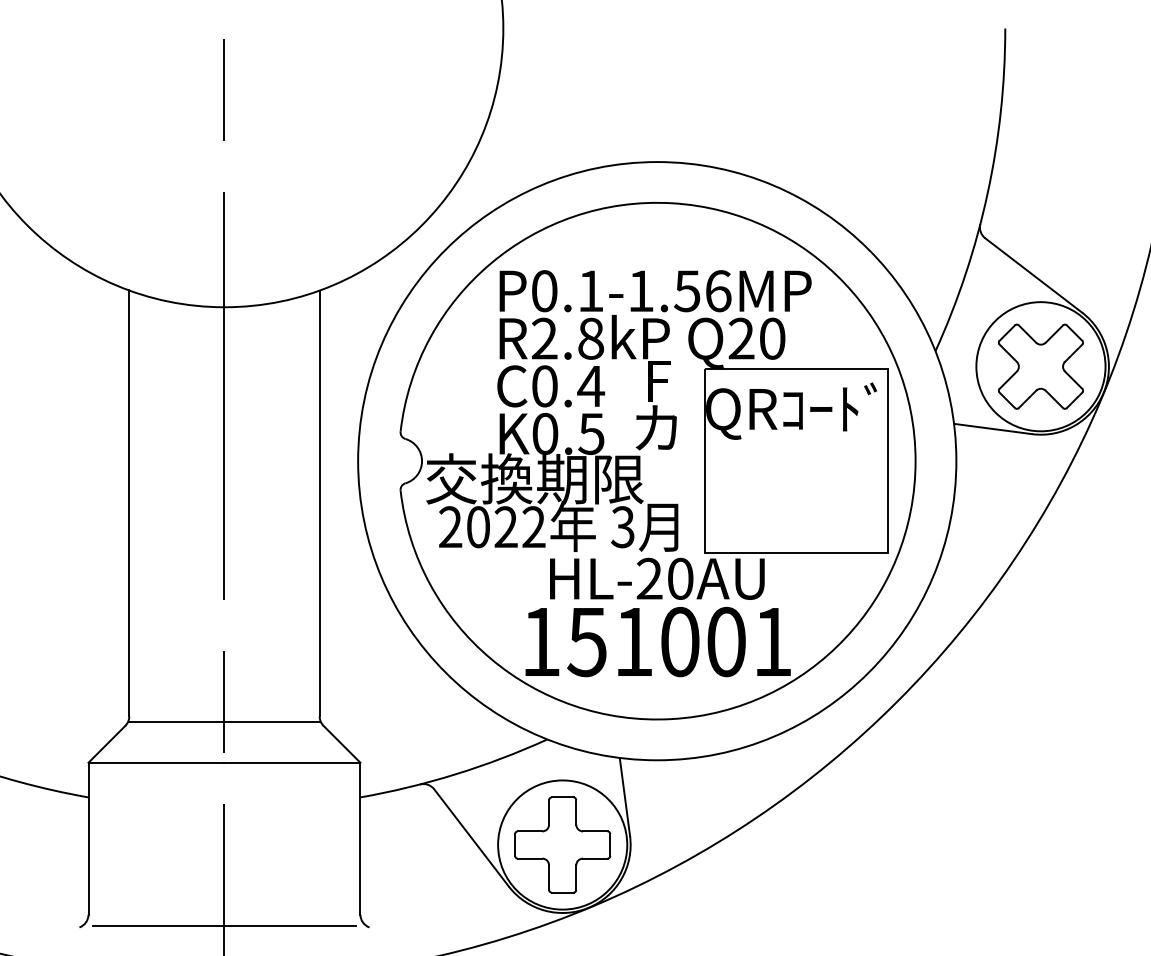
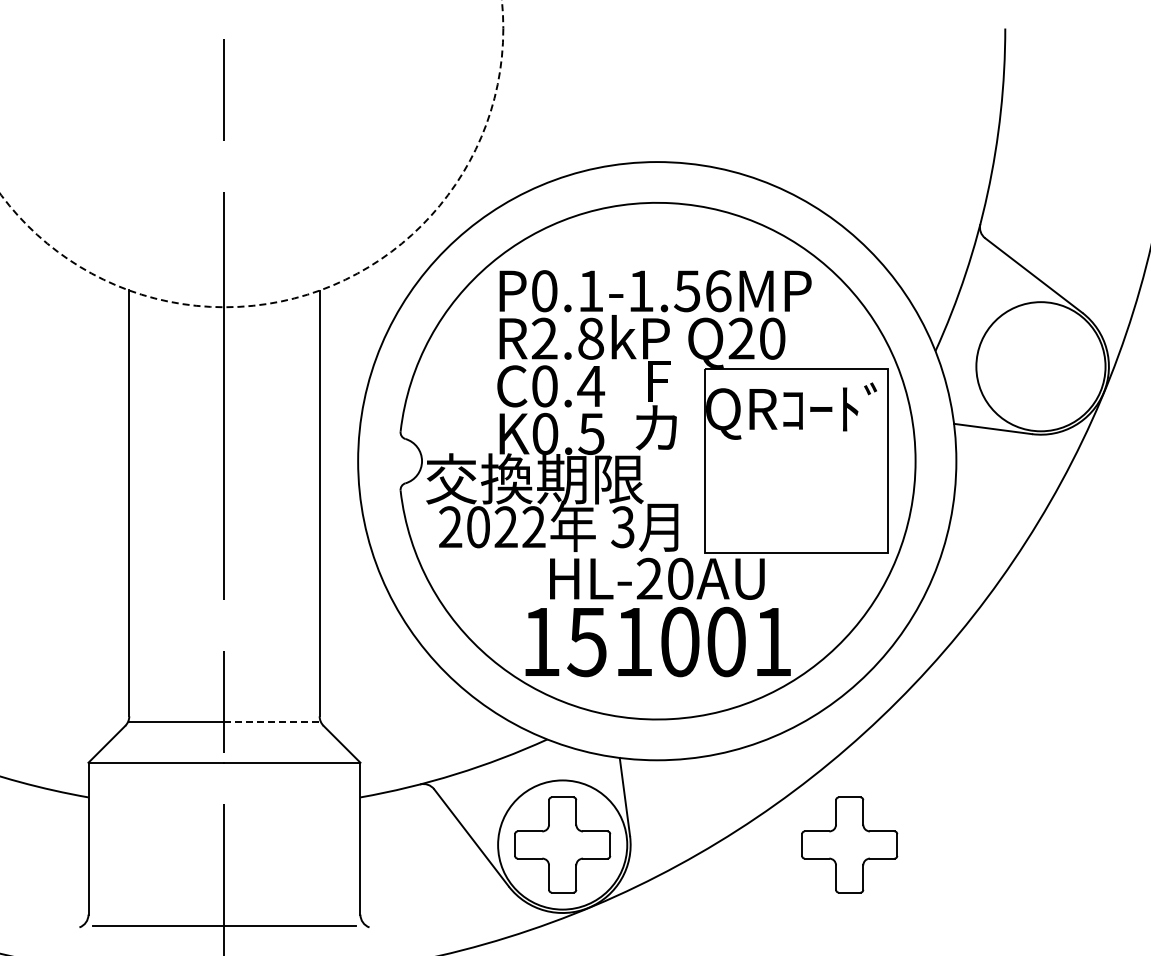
circle at (251, 153): solid -> dashed
part at (1040, 366): present -> none
line at (272, 721): solid -> dashed
part at (849, 844): none -> present
